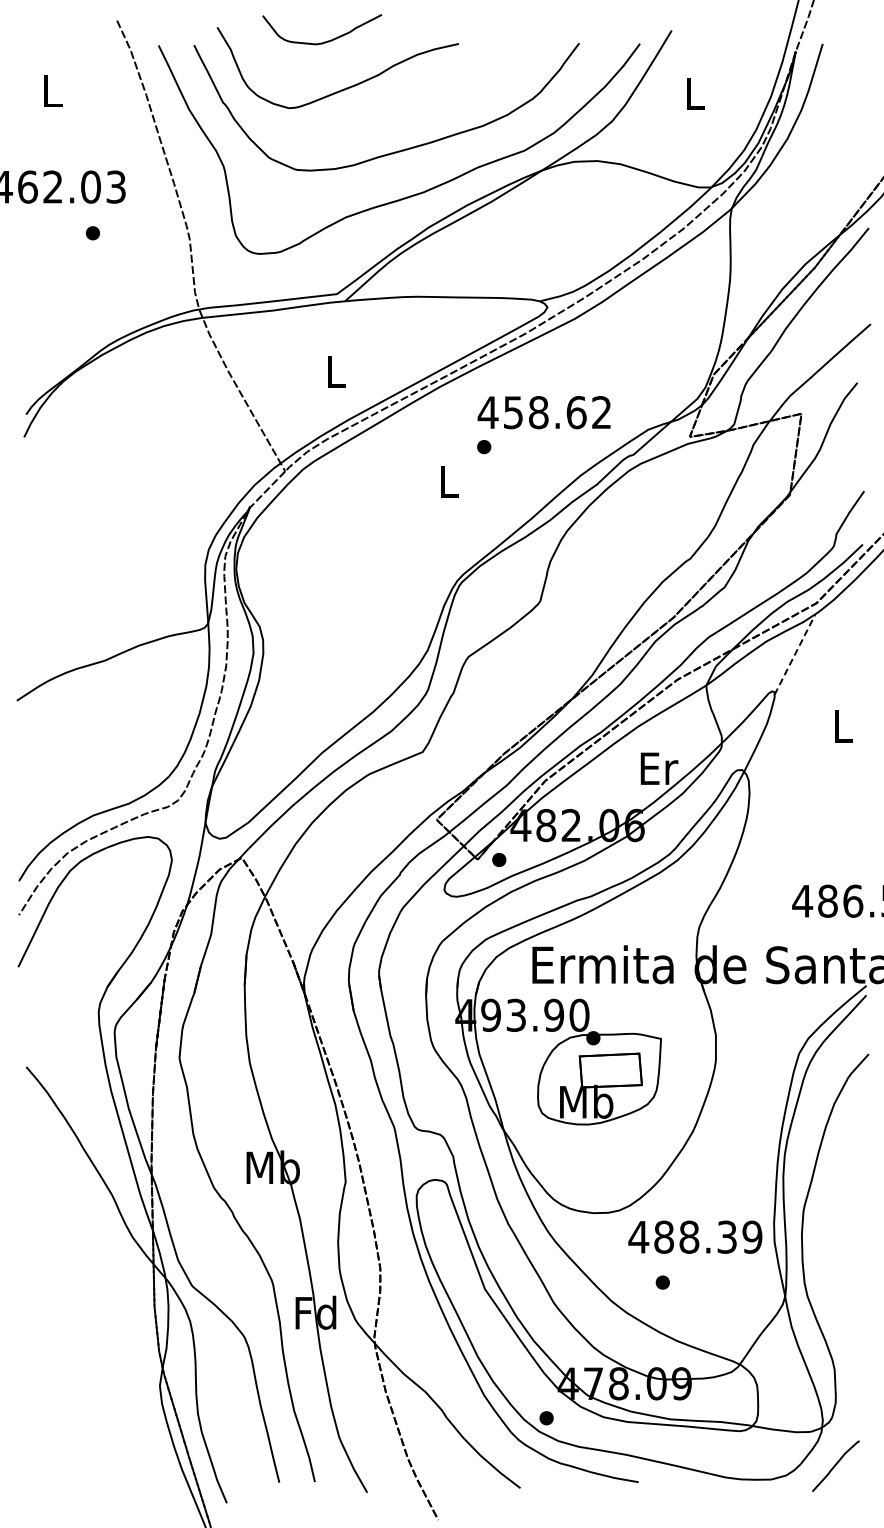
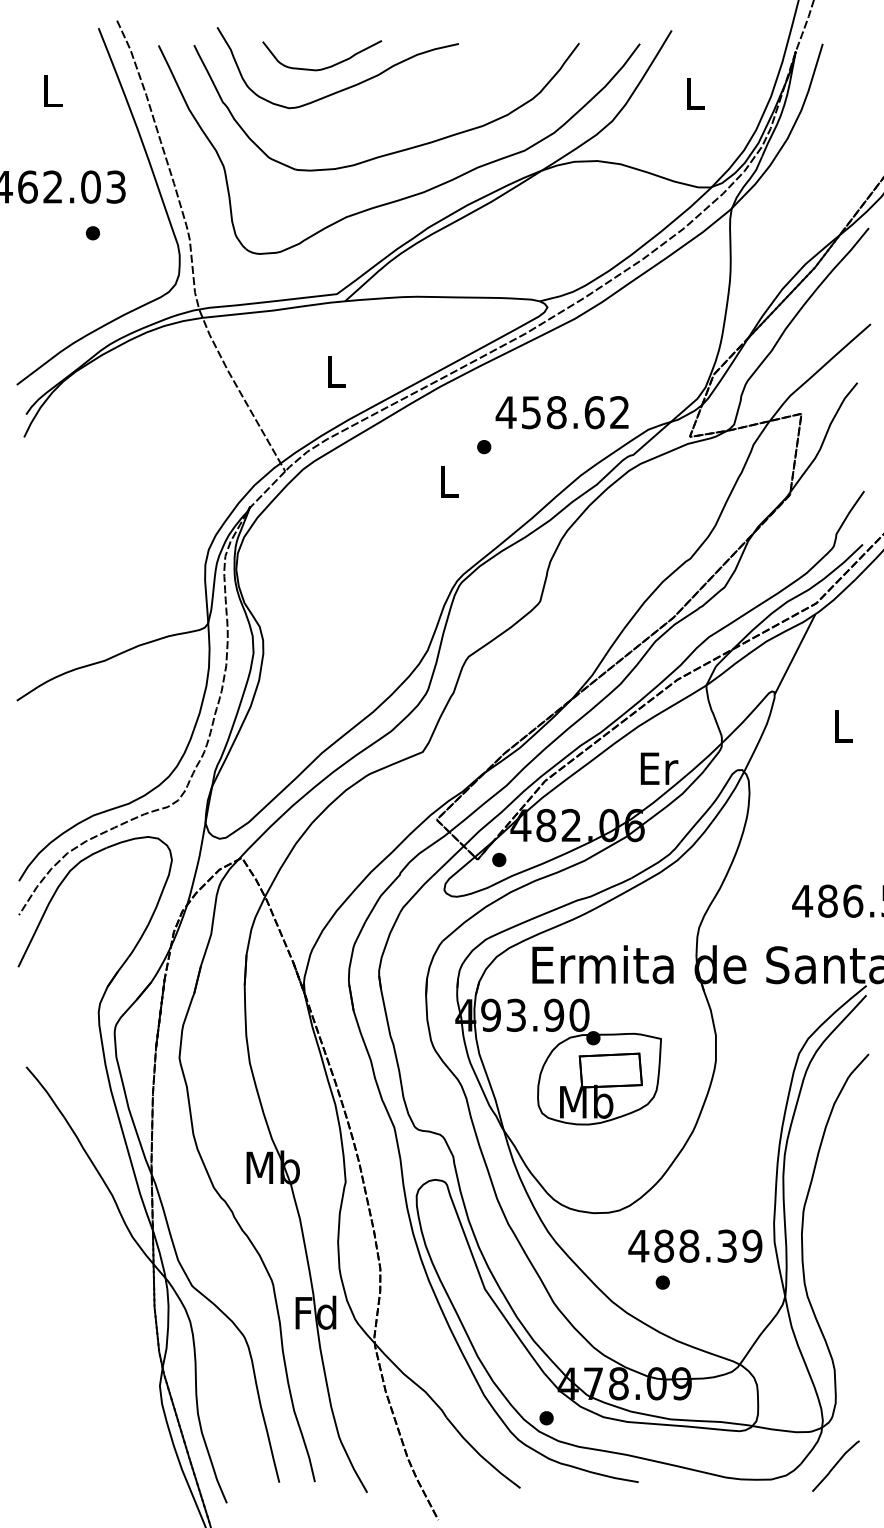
curve at (327, 40) position: (327, 40) -> (327, 66)
curve at (156, 186): none -> present
text at (543, 412) position: (543, 412) -> (561, 412)
line at (795, 654): dashed -> solid
text at (695, 1236) position: (695, 1236) -> (695, 1245)
